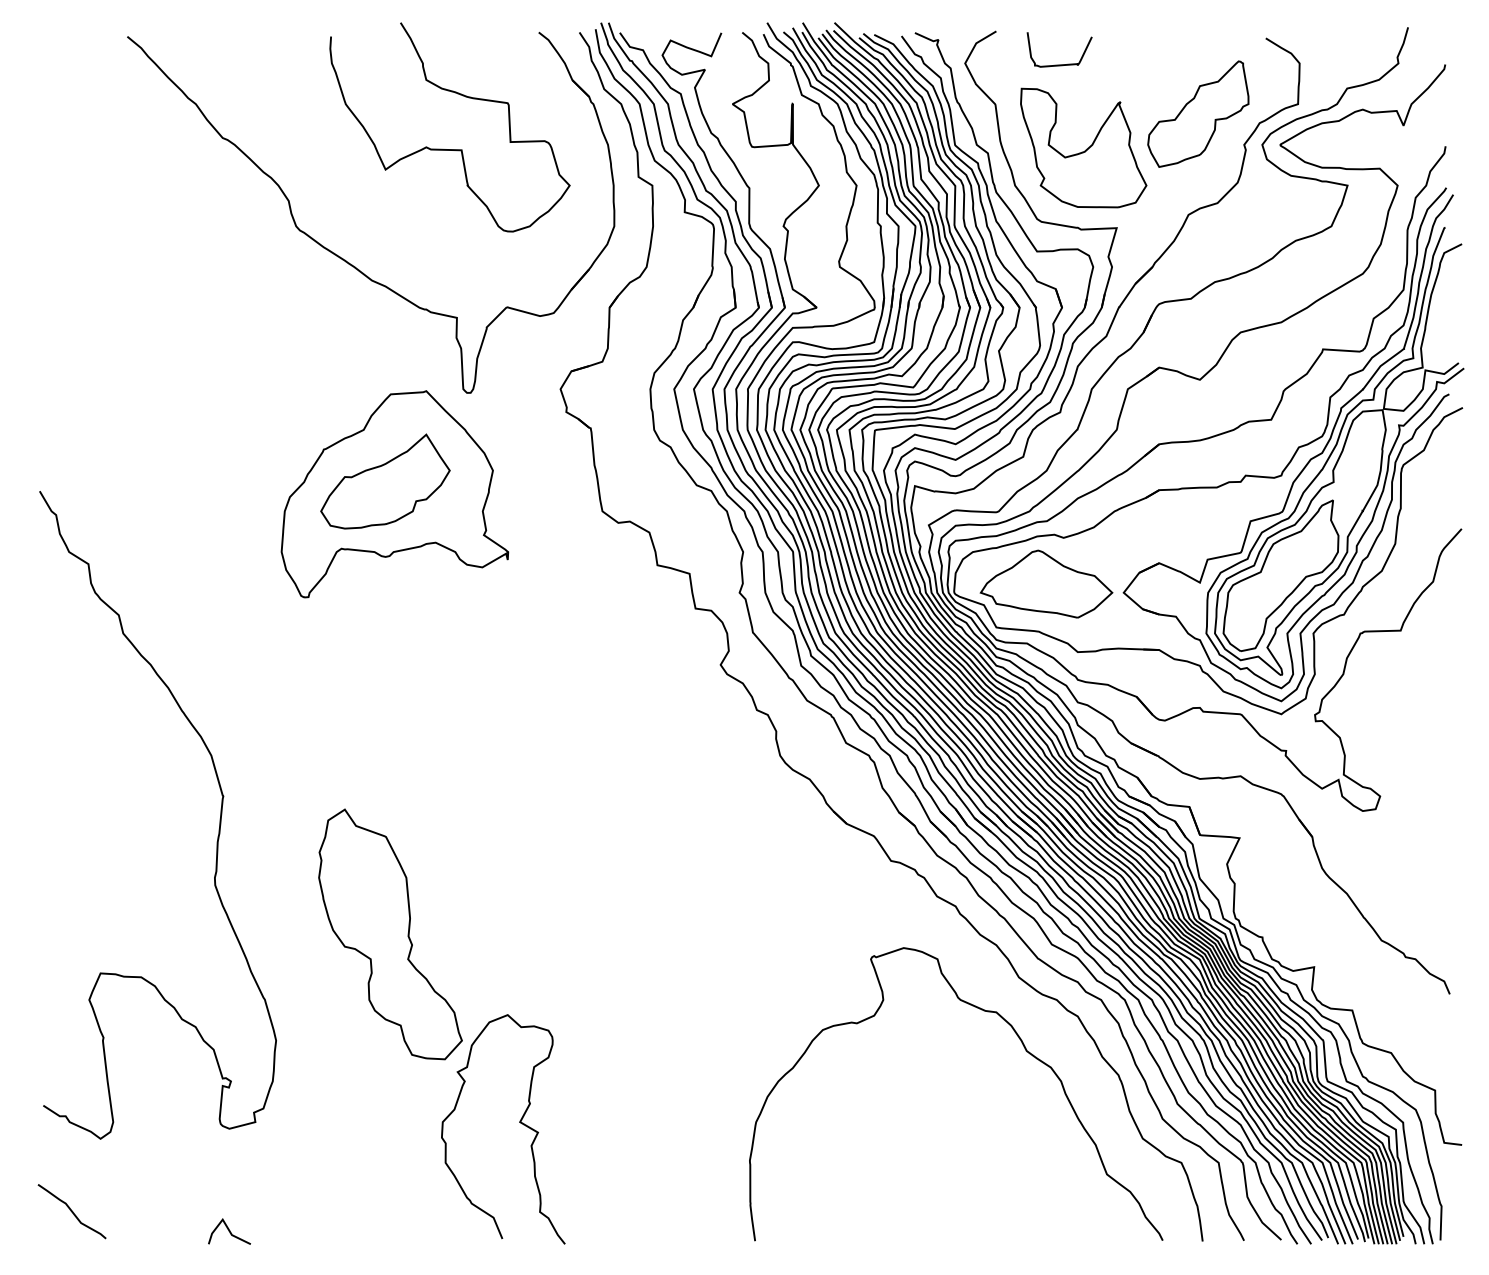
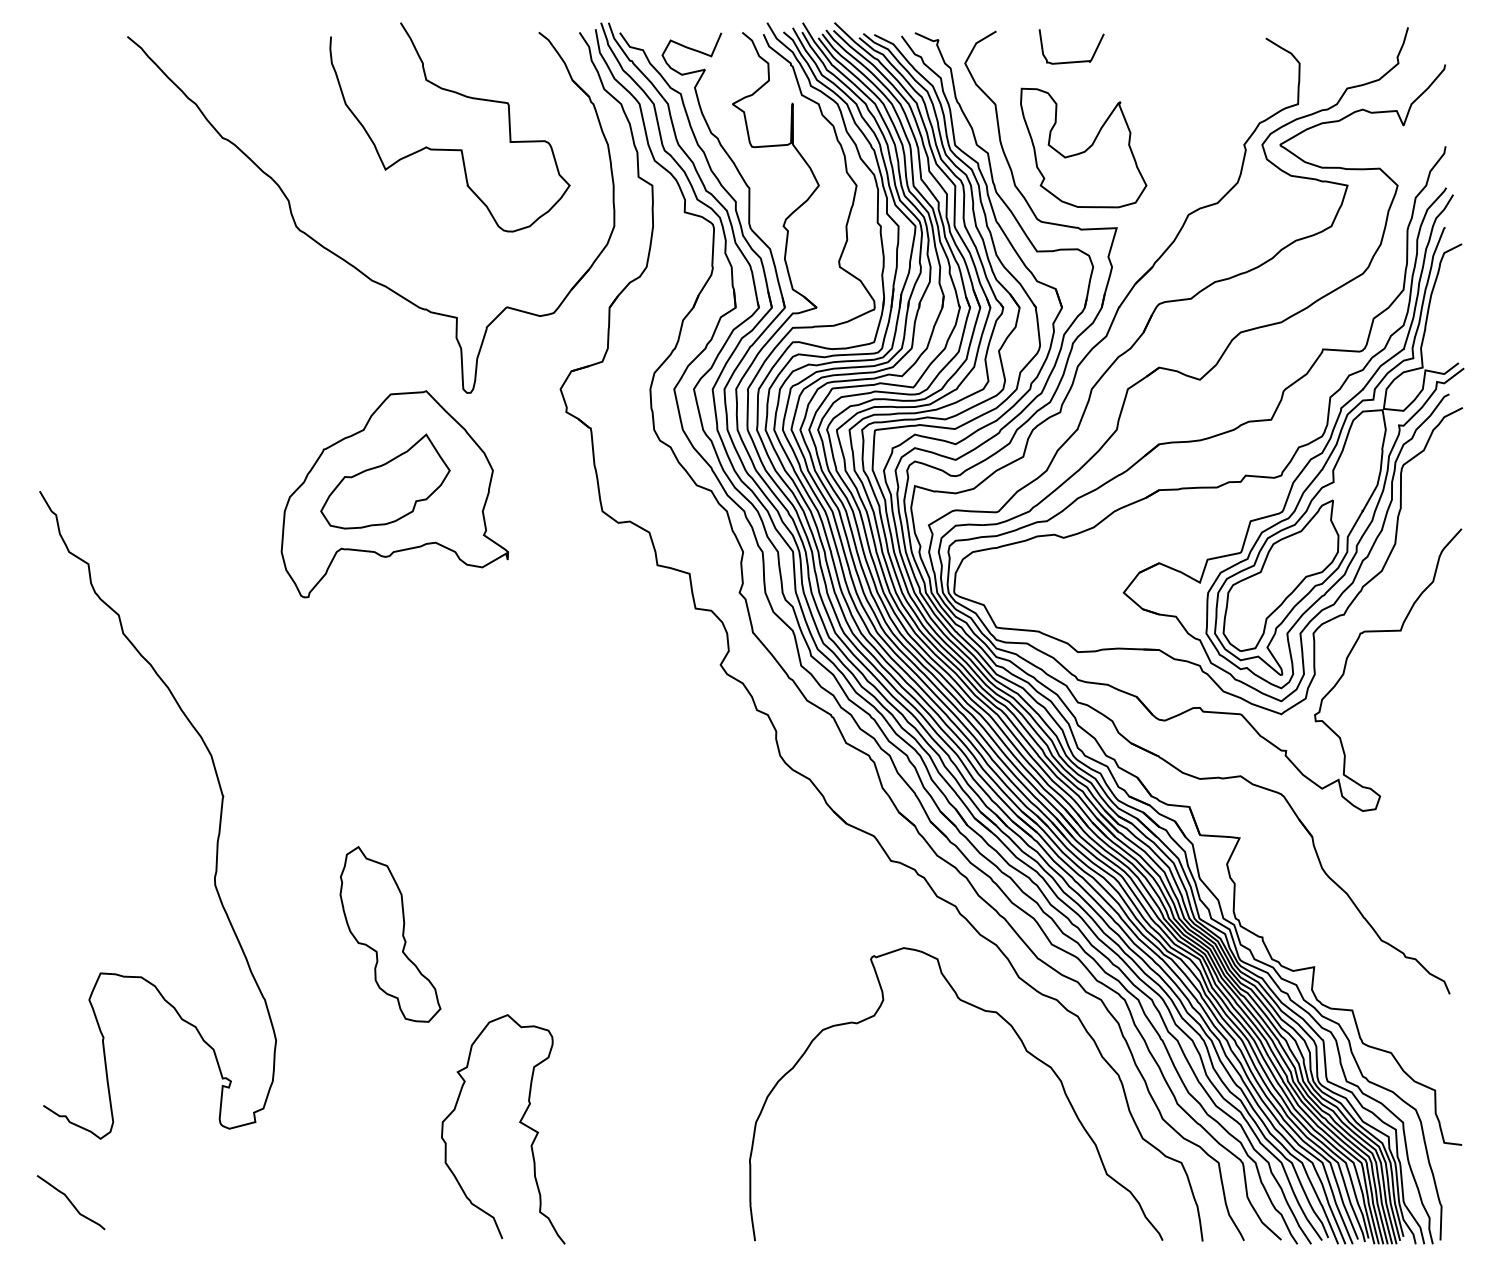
curve at (1059, 64) position: (1059, 64) -> (1071, 61)
part at (1198, 113): present -> none
part at (1046, 583): present -> none
part at (390, 934) size: 145x253 px -> 103x177 px
curve at (71, 1211) position: (71, 1211) -> (70, 1202)
line at (229, 1231): present -> none
